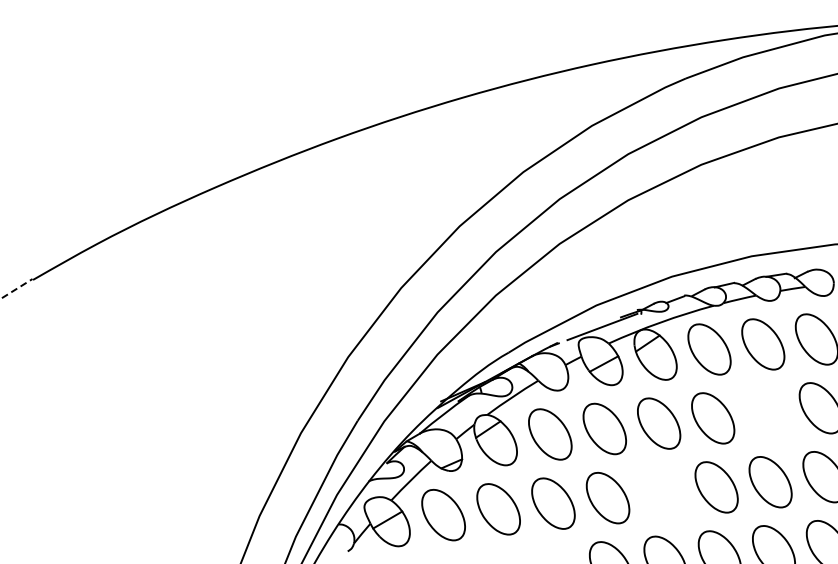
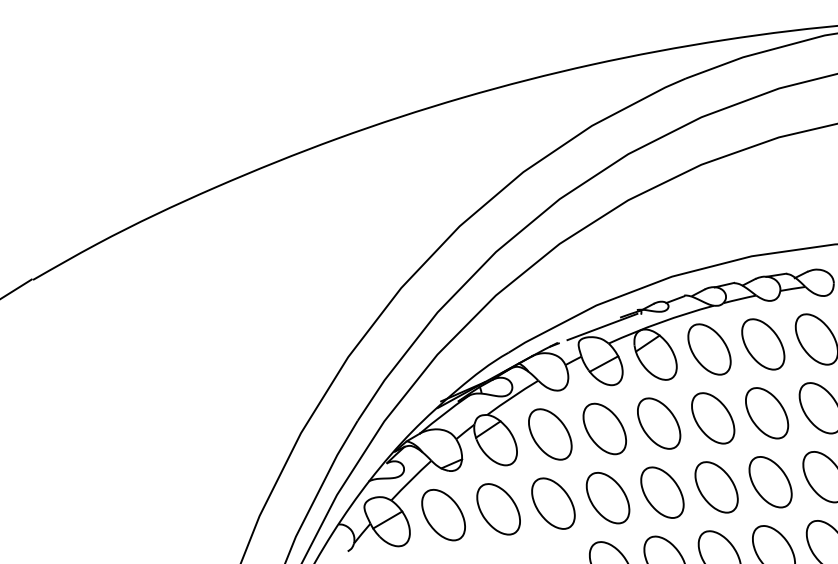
line at (16, 288): dashed -> solid
part at (767, 413): none -> present
part at (662, 492): none -> present
